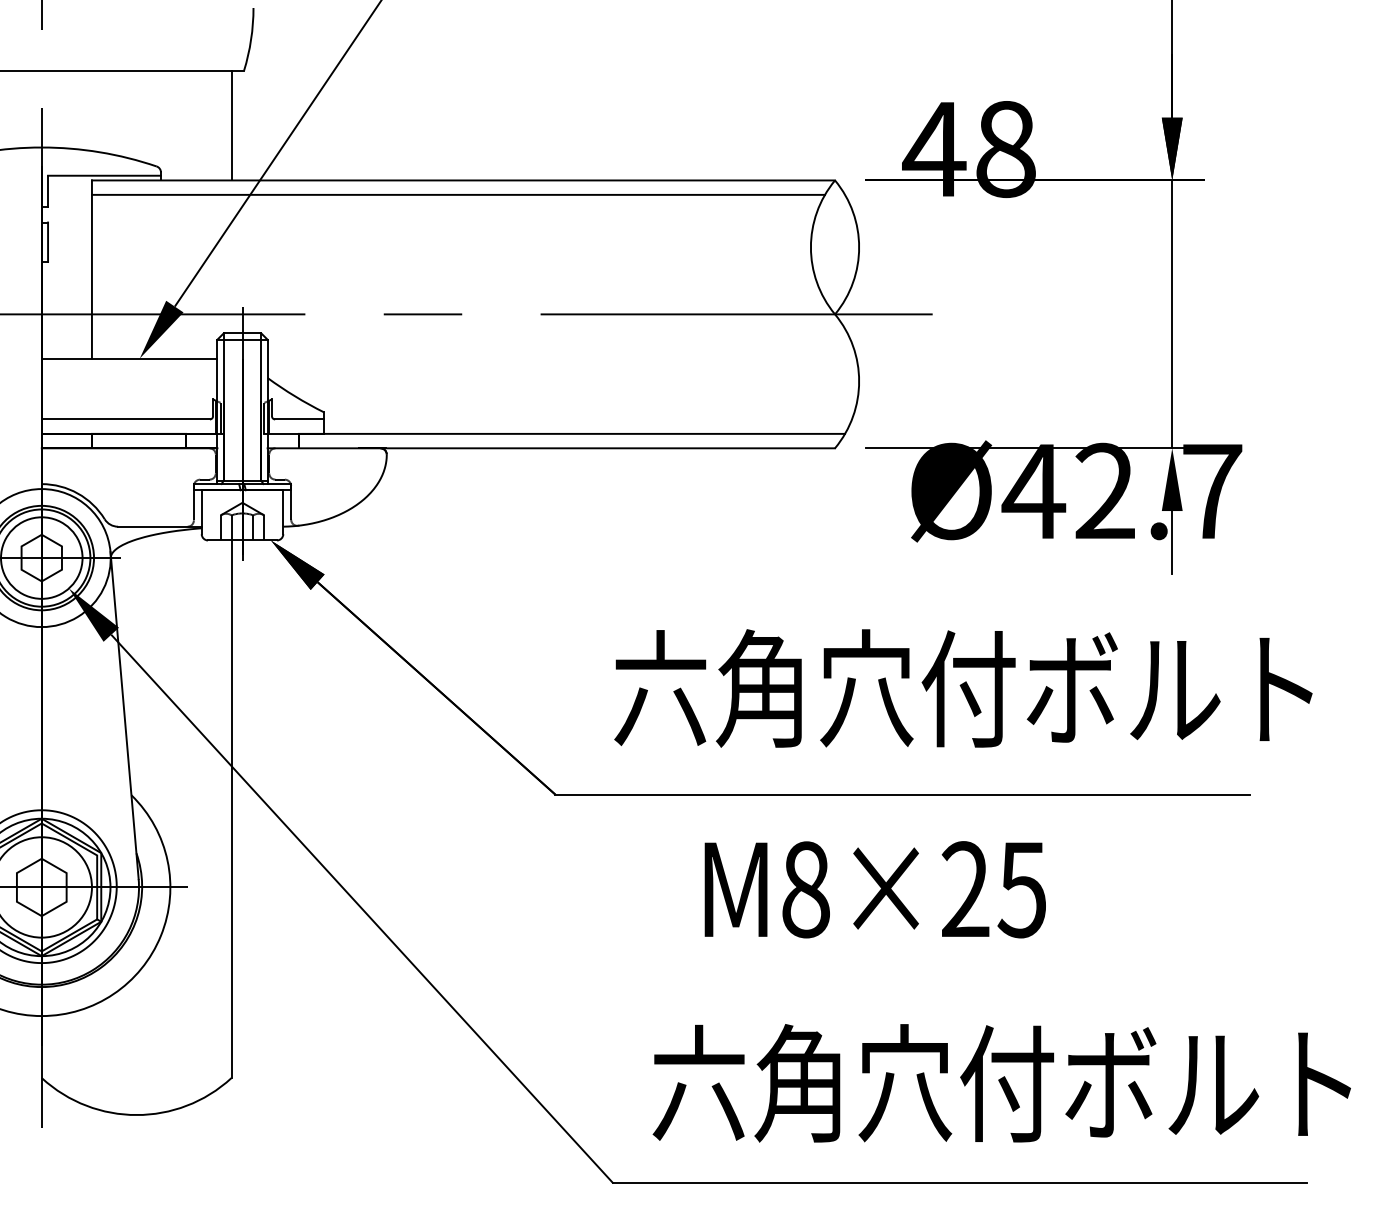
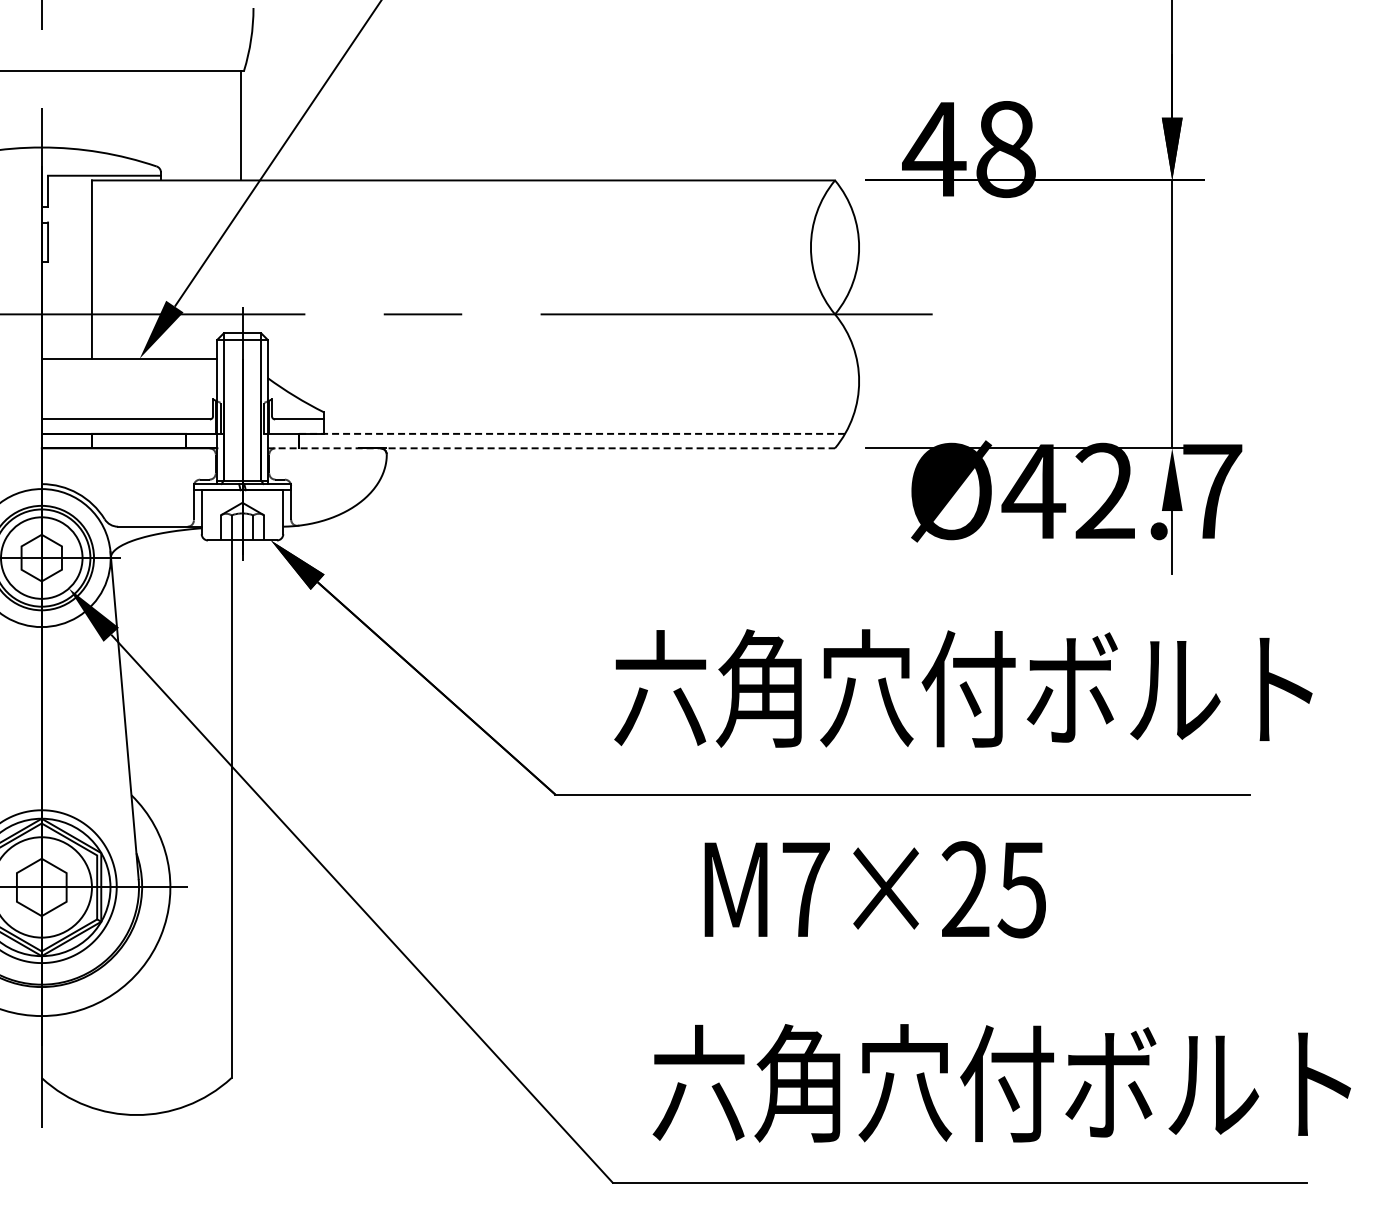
line at (231, 125) position: (231, 125) -> (240, 125)
line at (458, 194): present -> none
line at (571, 433): solid -> dashed
line at (551, 448): solid -> dashed
text at (805, 889): M8×25 -> M7×25
